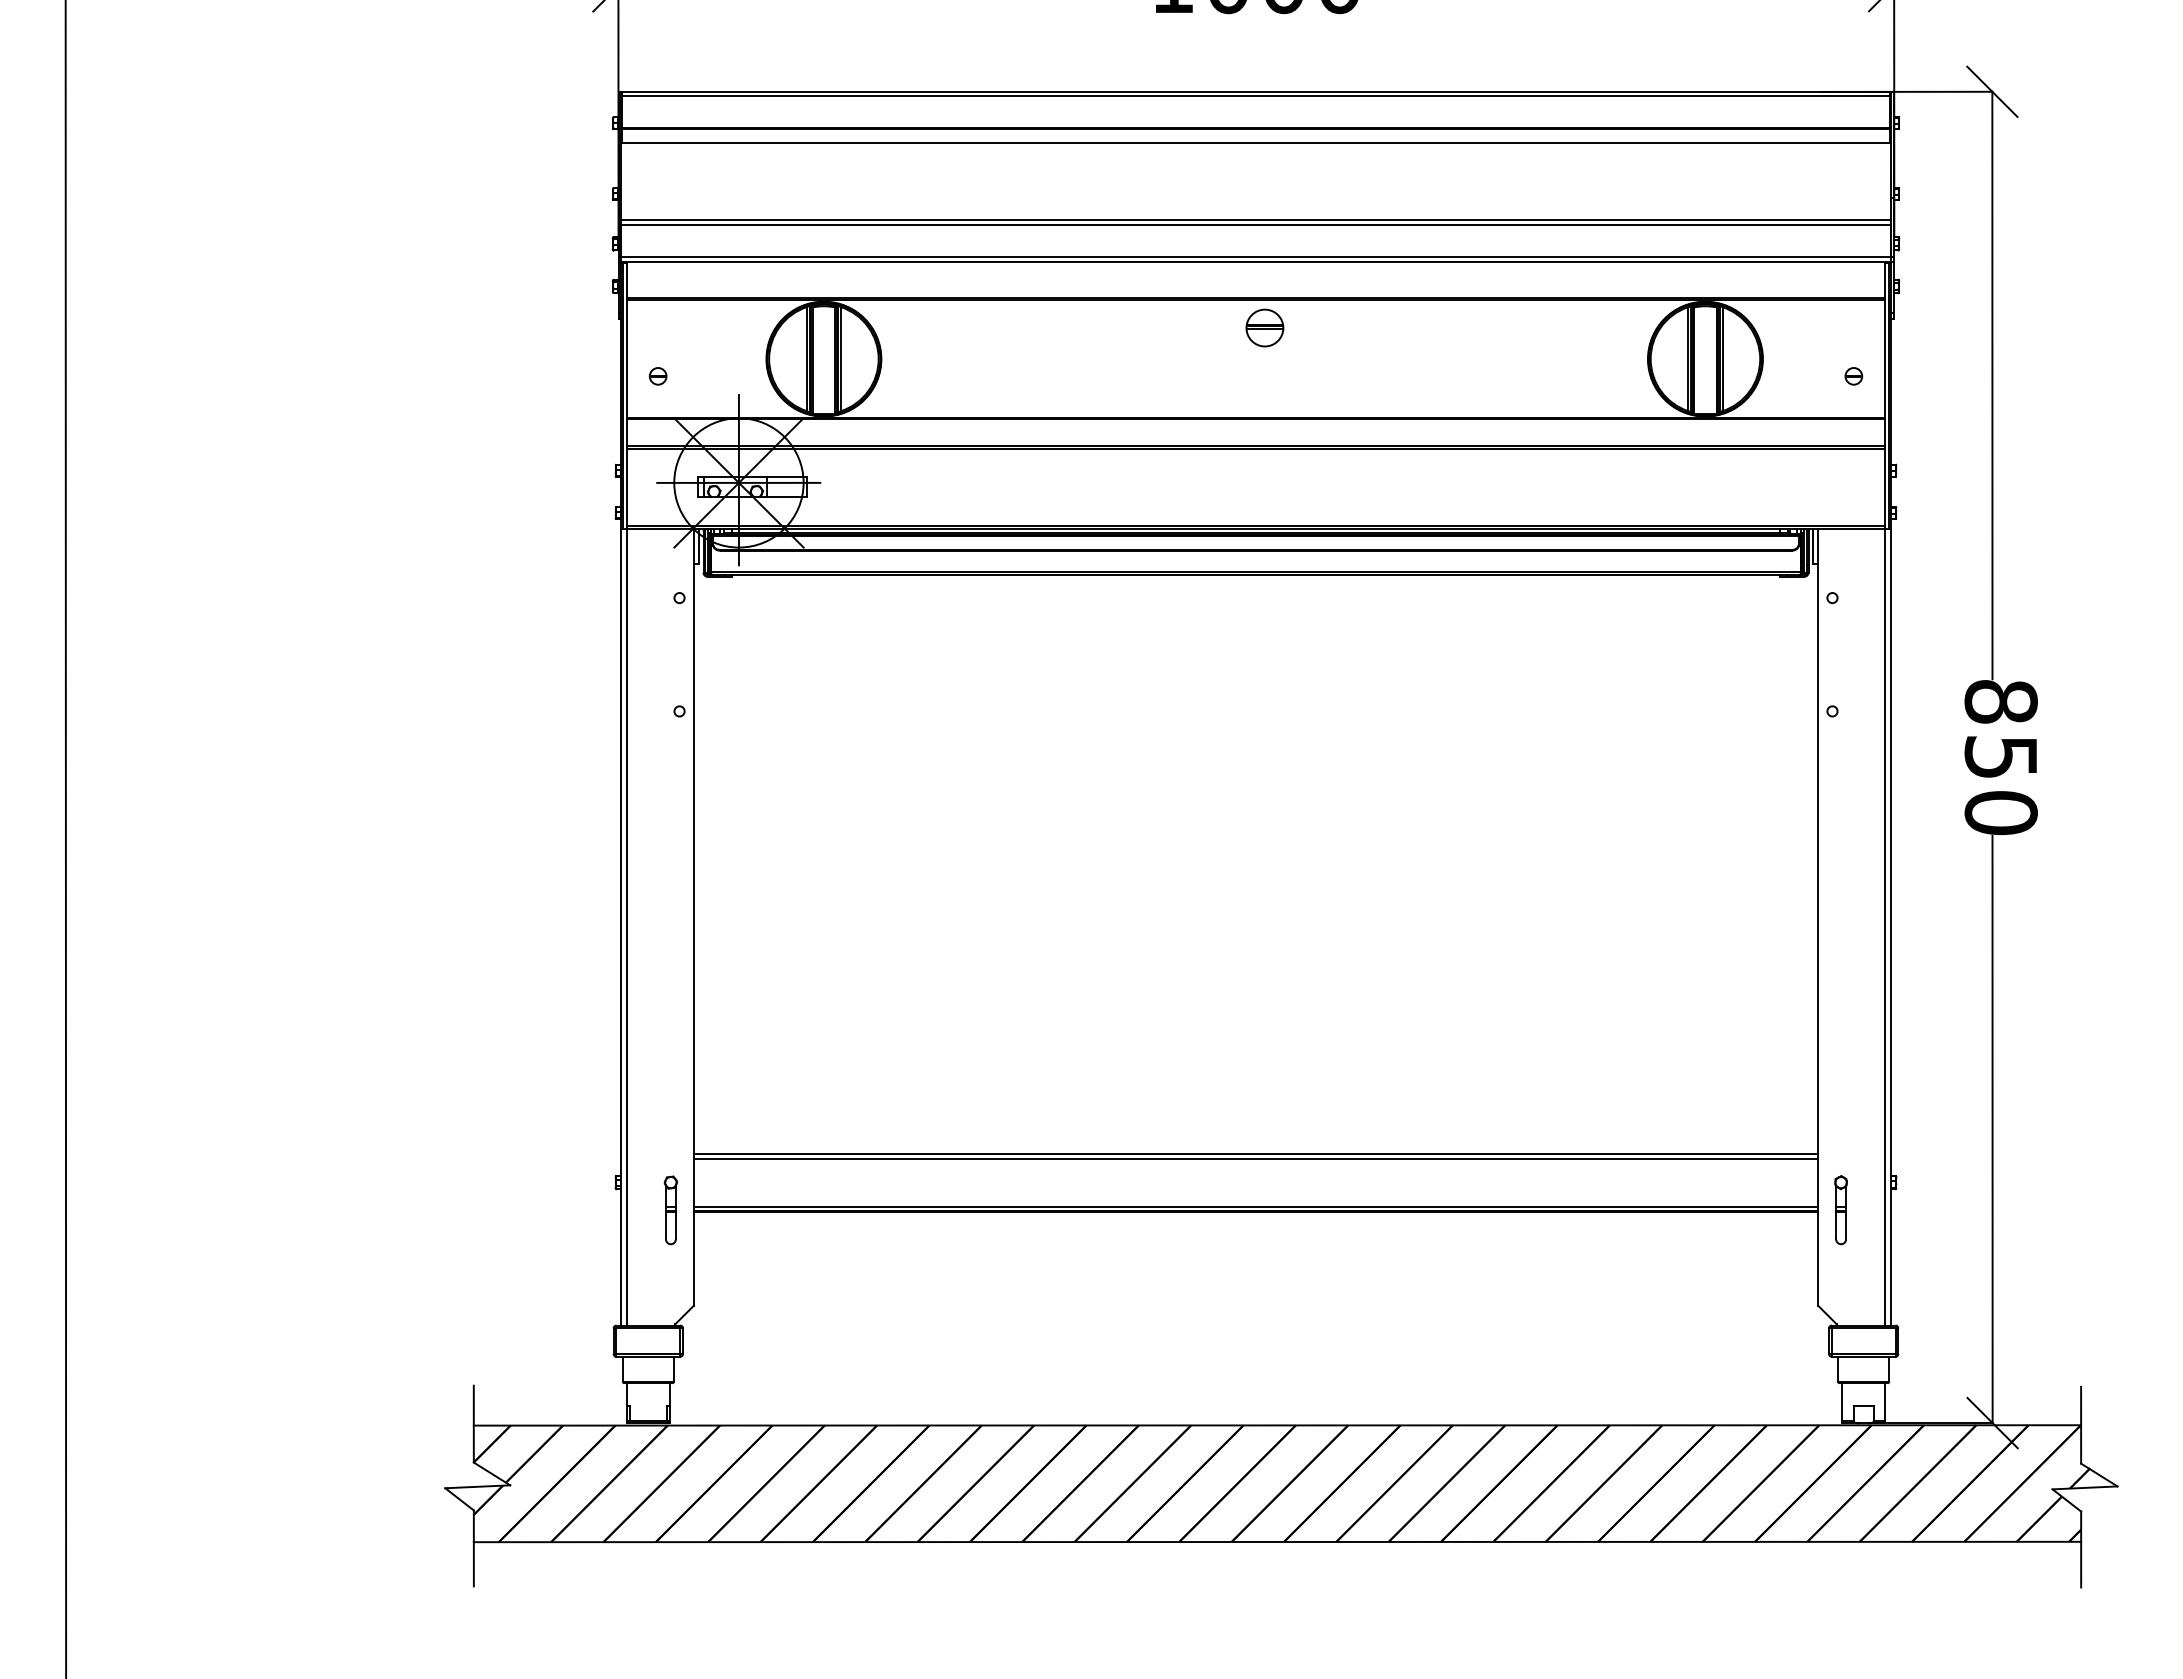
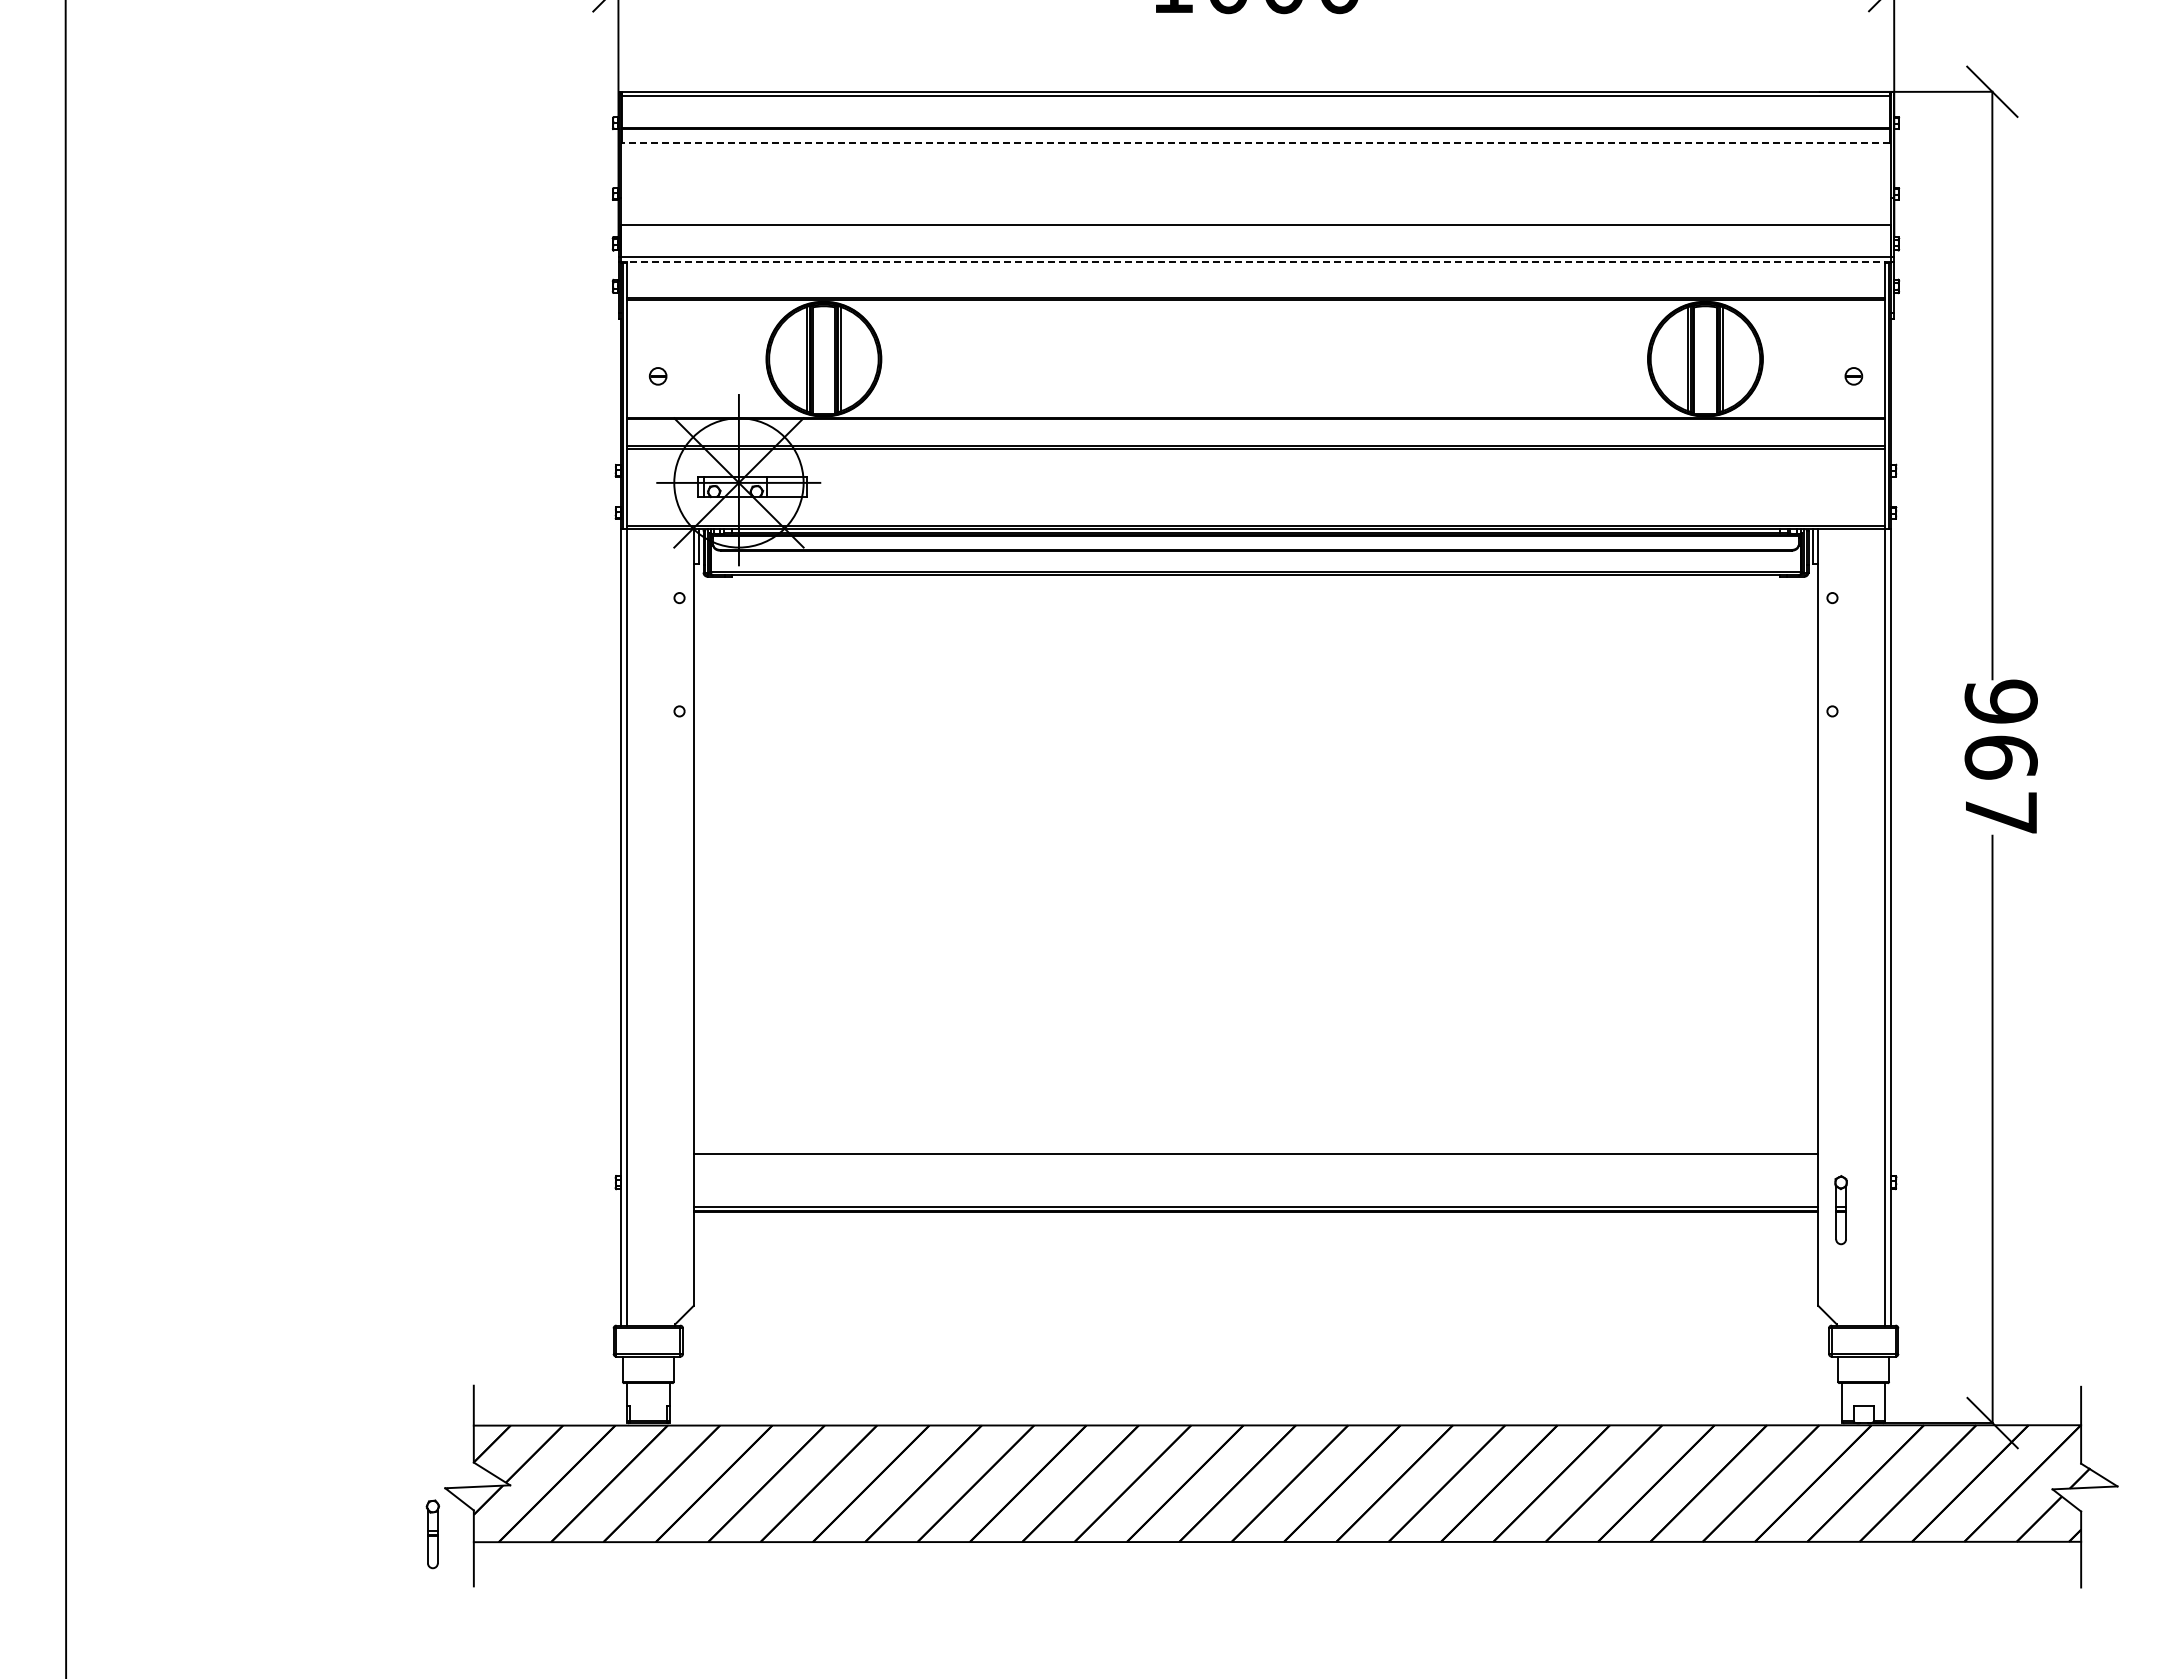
line at (1255, 142): solid -> dashed
line at (1255, 219): present -> none
line at (1256, 262): solid -> dashed
part at (1264, 327): present -> none
text at (2000, 757): 850 -> 967
line at (1255, 1158): present -> none
part at (670, 1210) position: (670, 1210) -> (432, 1534)
